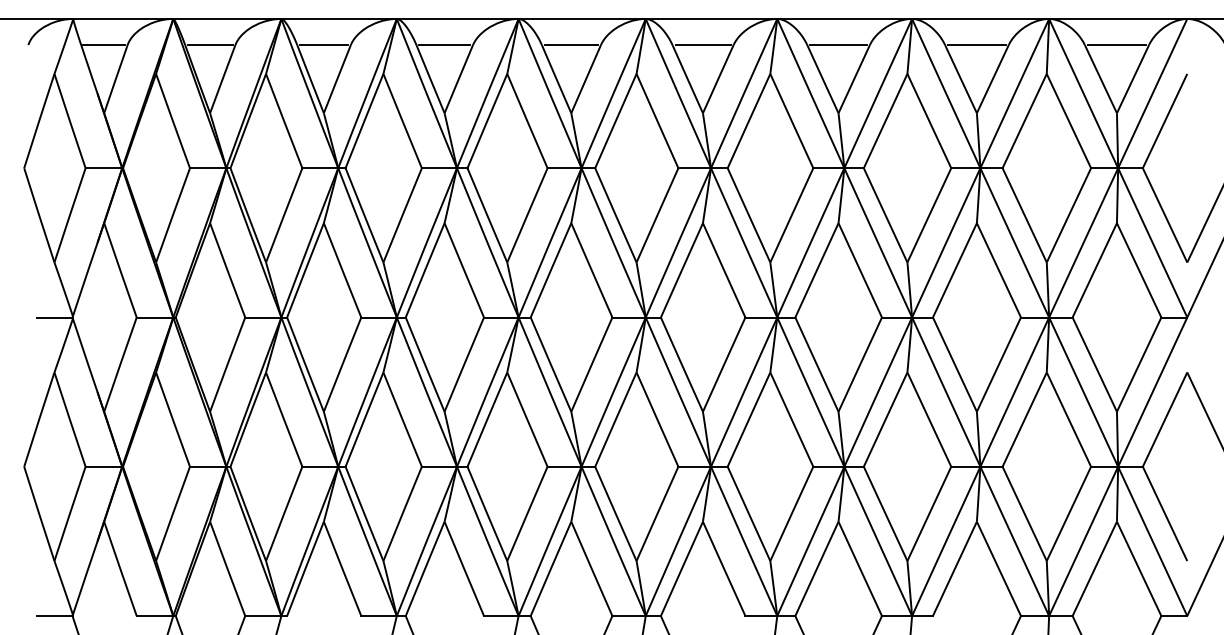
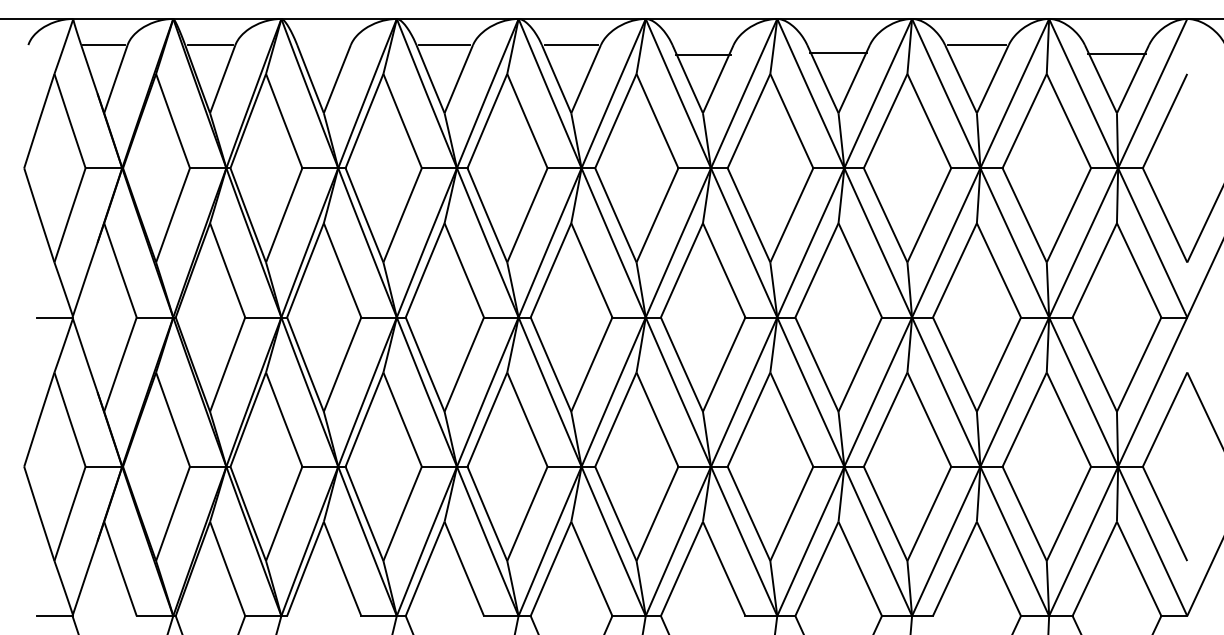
line at (323, 45): present -> none
line at (702, 45) position: (702, 45) -> (702, 55)
line at (838, 45) position: (838, 45) -> (838, 53)
line at (1116, 45) position: (1116, 45) -> (1116, 54)
